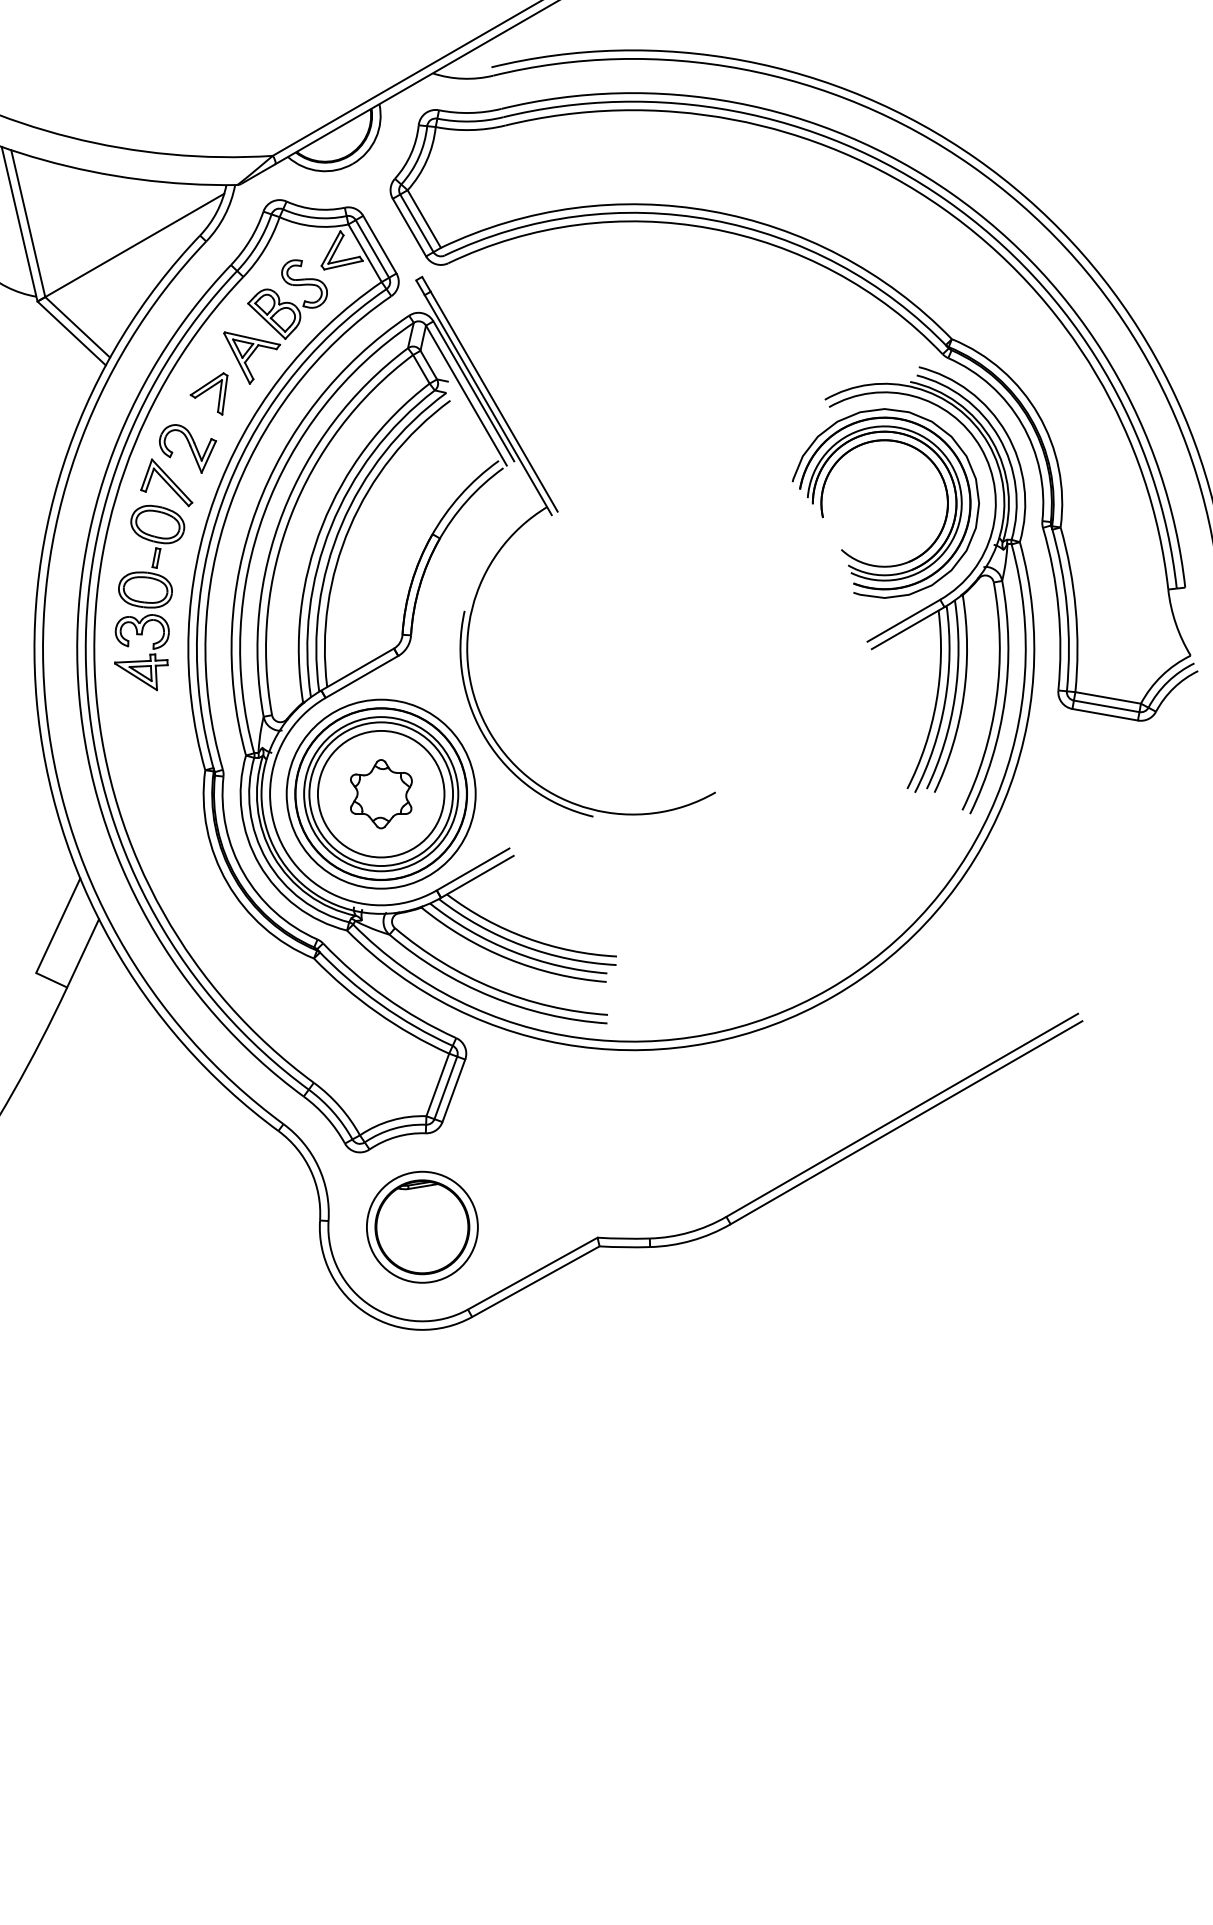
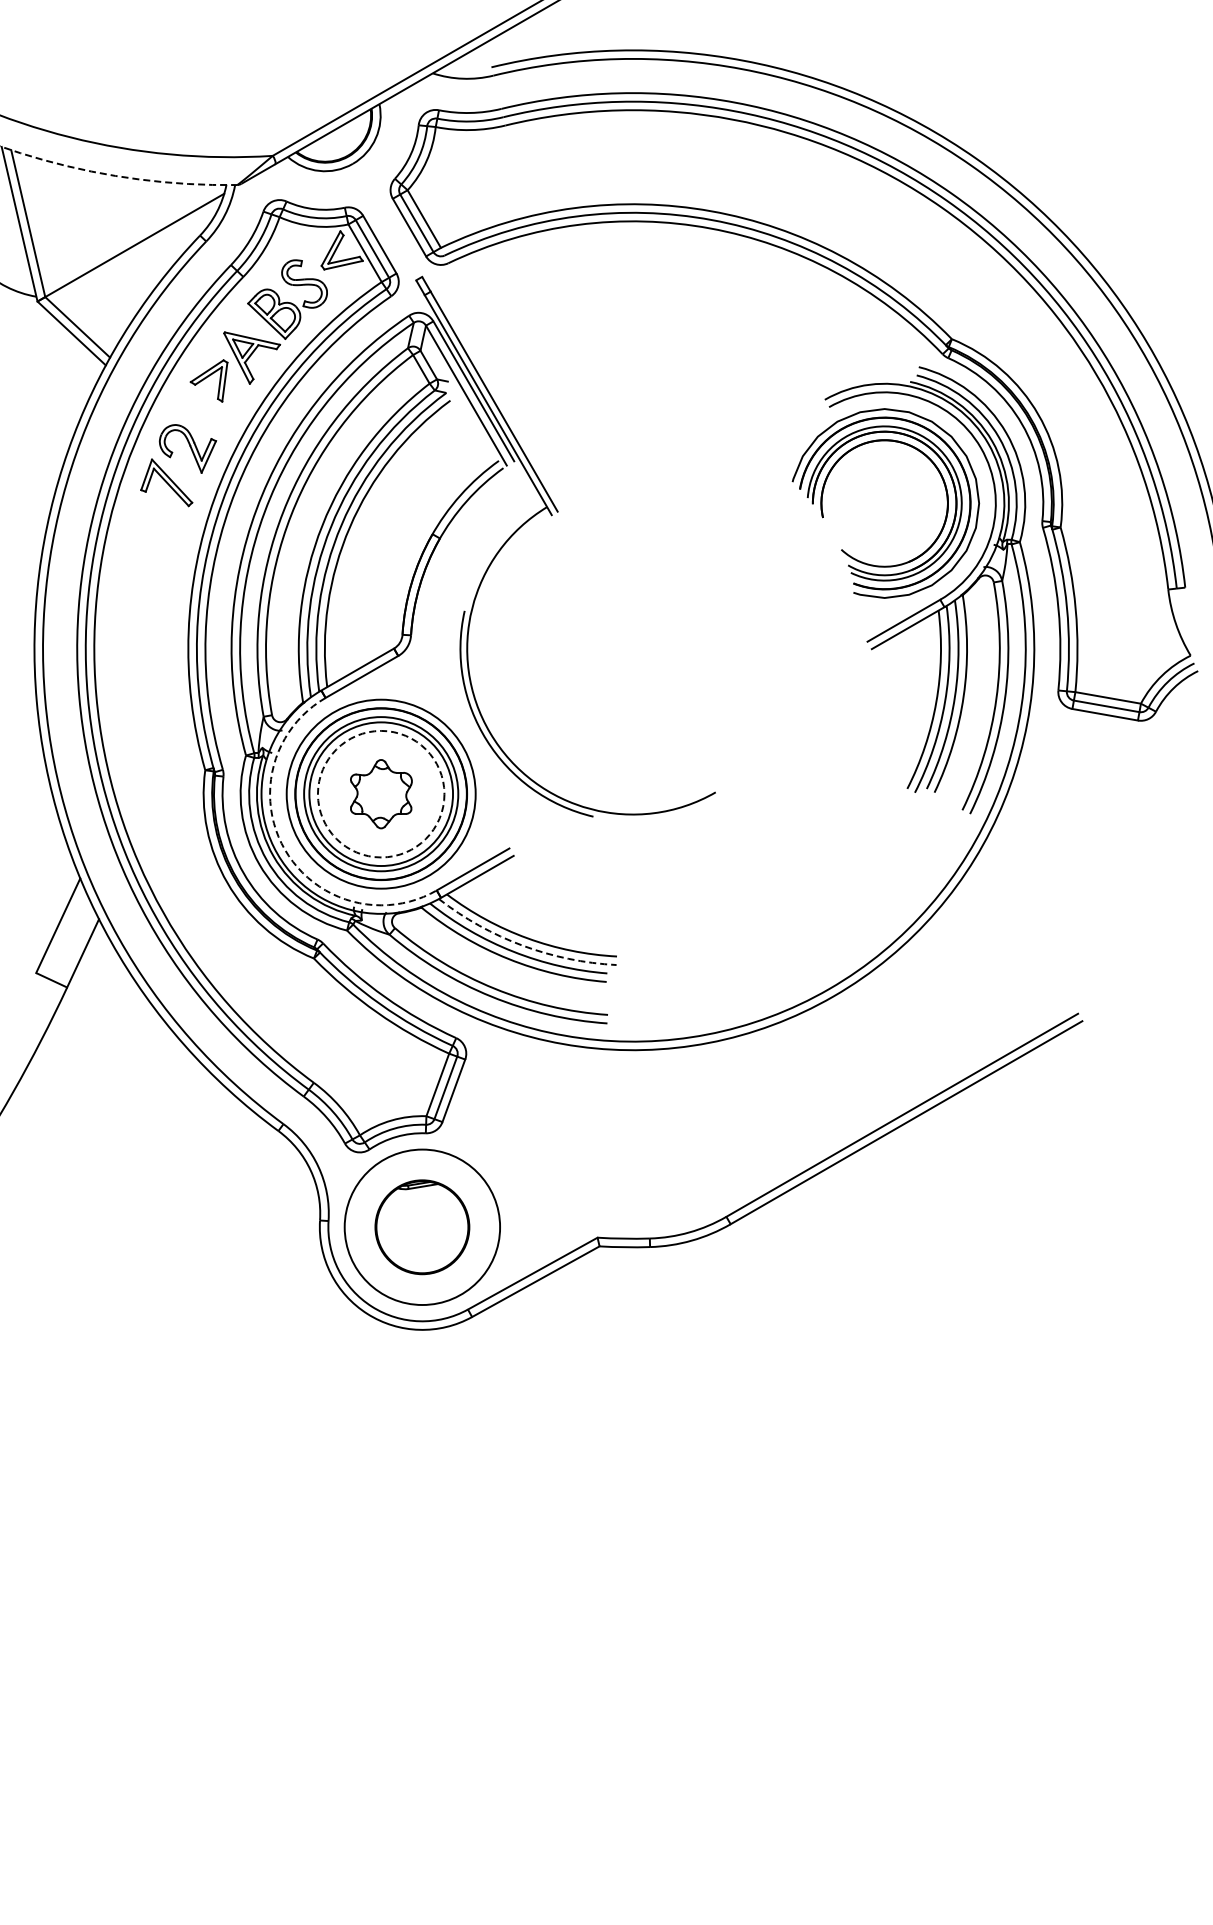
arc at (116, 176): solid -> dashed
part at (208, 393) position: (208, 393) -> (208, 380)
part at (149, 597): present -> none
circle at (380, 793): solid -> dashed
arc at (284, 849): solid -> dashed
arc at (522, 945): solid -> dashed
circle at (421, 1226) diameter: 111 px -> 155 px
